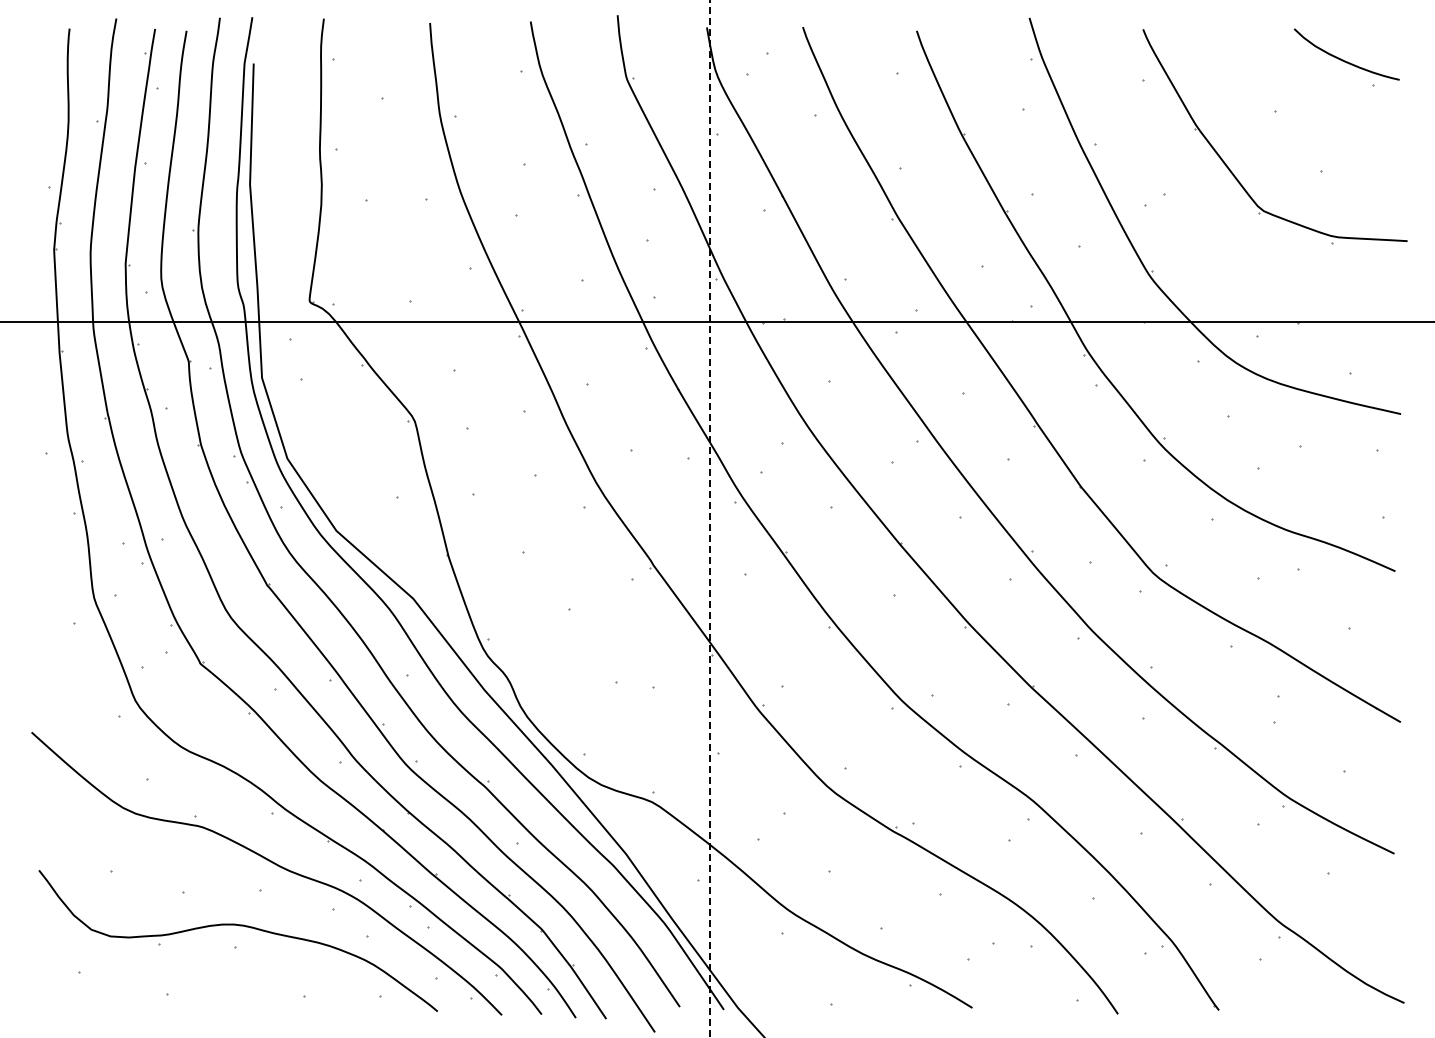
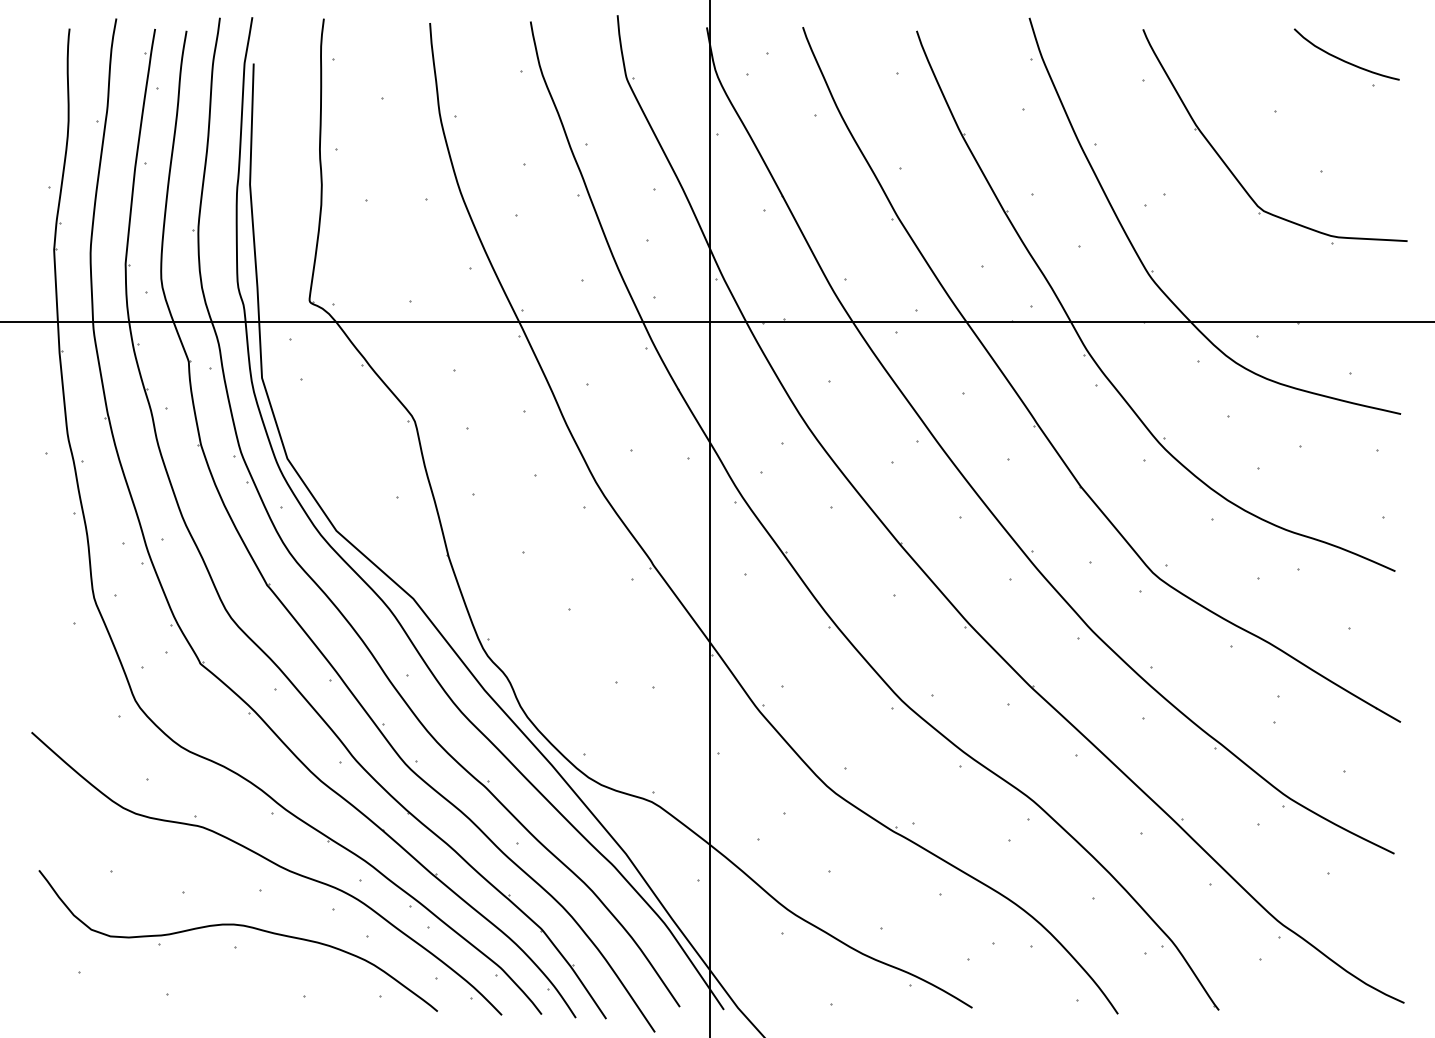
line at (709, 519): dashed -> solid
